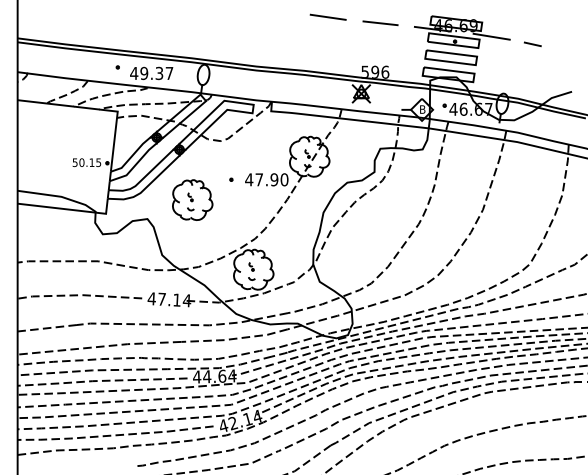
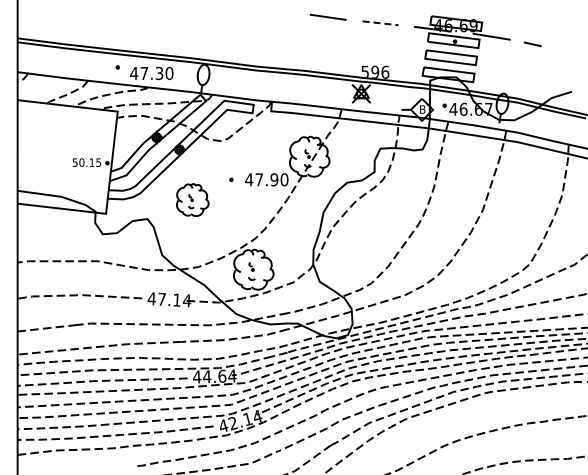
line at (381, 23): solid -> dashed
text at (156, 73): 49.37 -> 47.30
part at (192, 199) size: 42x42 px -> 34x34 px
